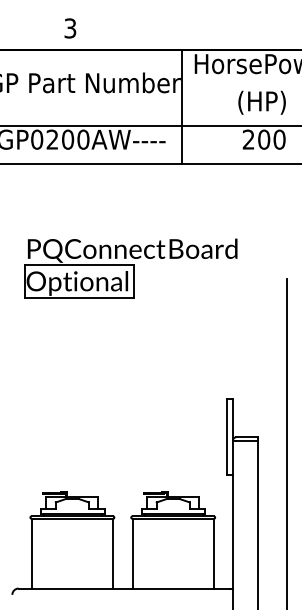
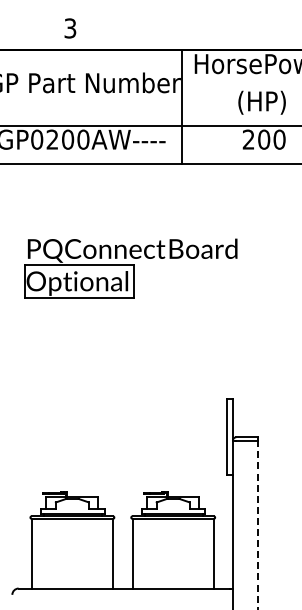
line at (286, 442): present -> none
line at (258, 524): solid -> dashed
